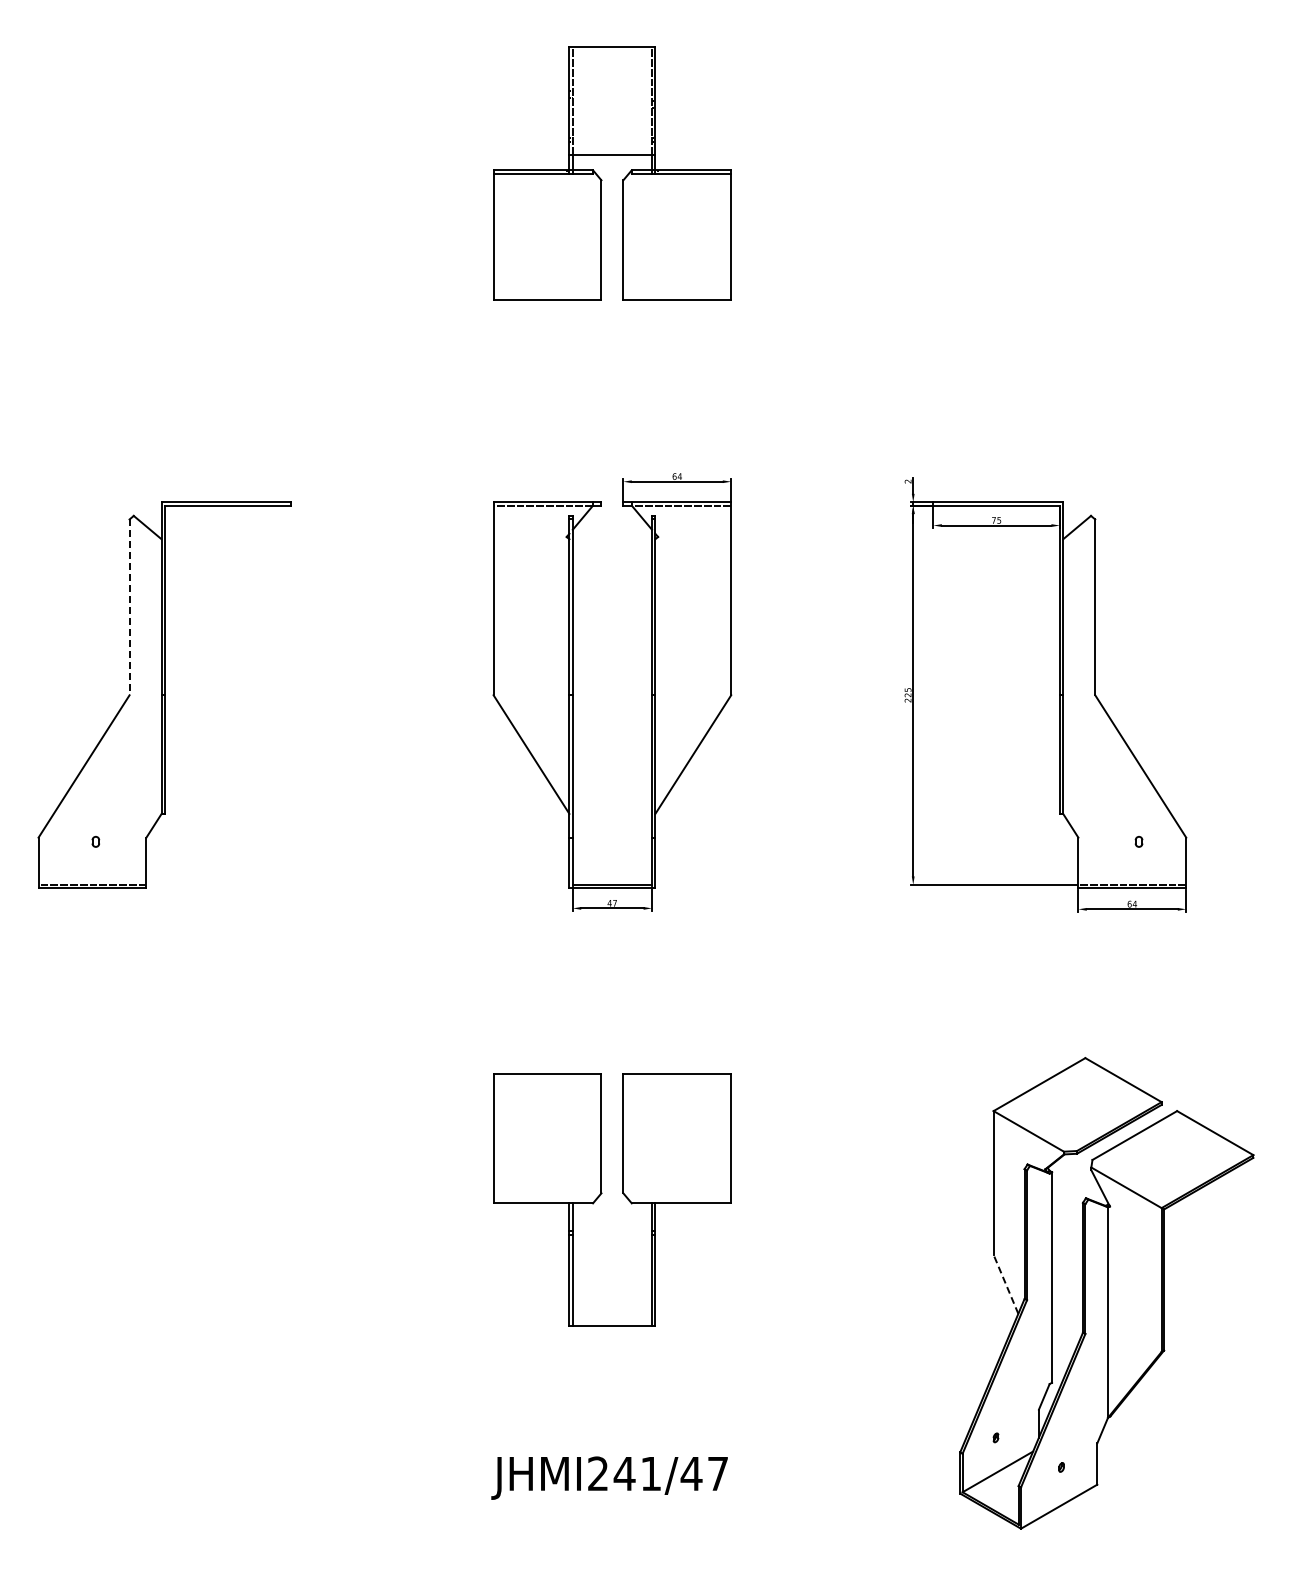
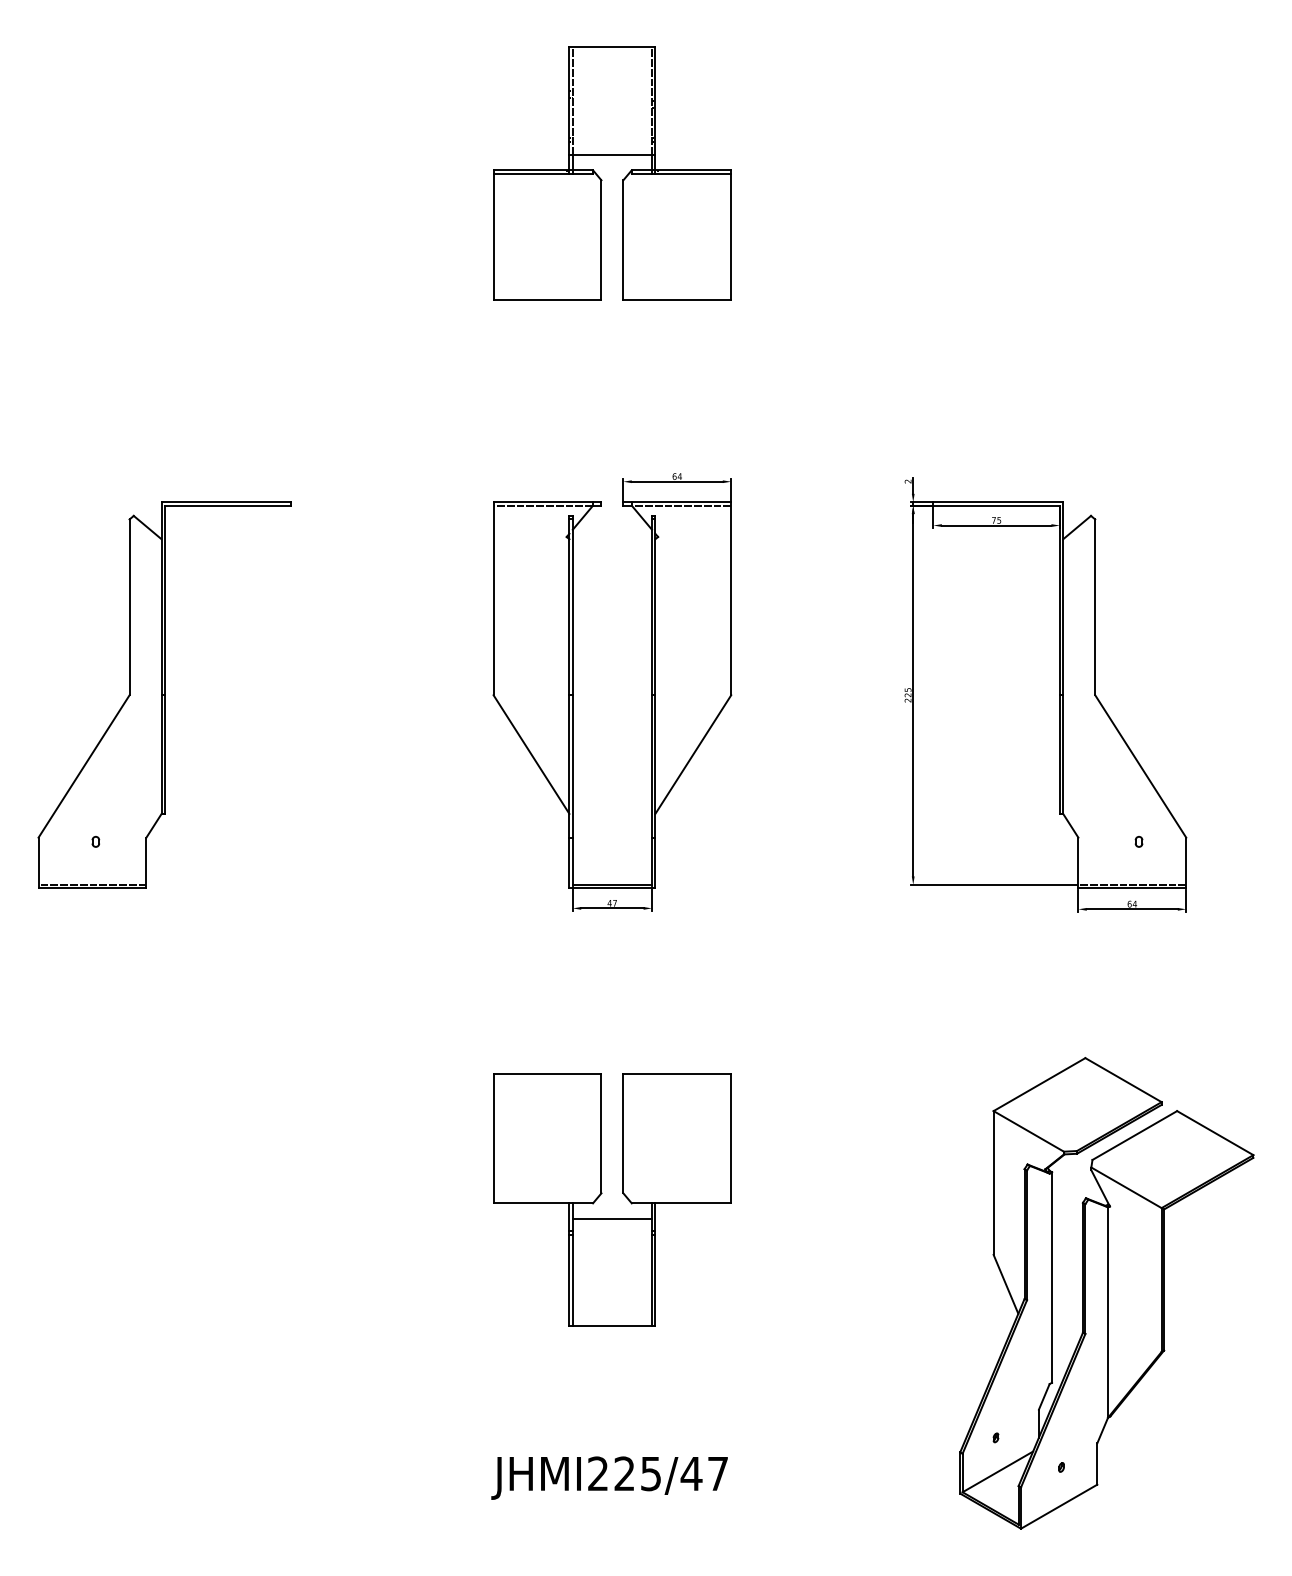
line at (129, 607): dashed -> solid
line at (612, 1218): none -> present
line at (1005, 1284): dashed -> solid
text at (636, 1473): JHMI241/47 -> JHMI225/47
